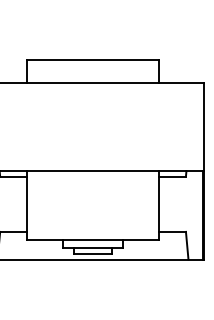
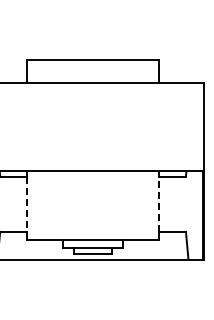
line at (26, 204): solid -> dashed
line at (159, 204): solid -> dashed
